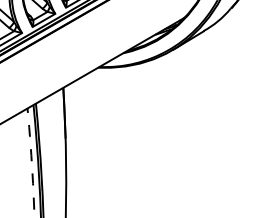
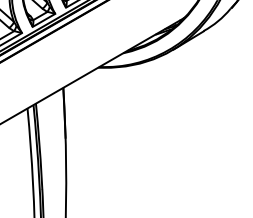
arc at (31, 162): dashed -> solid
